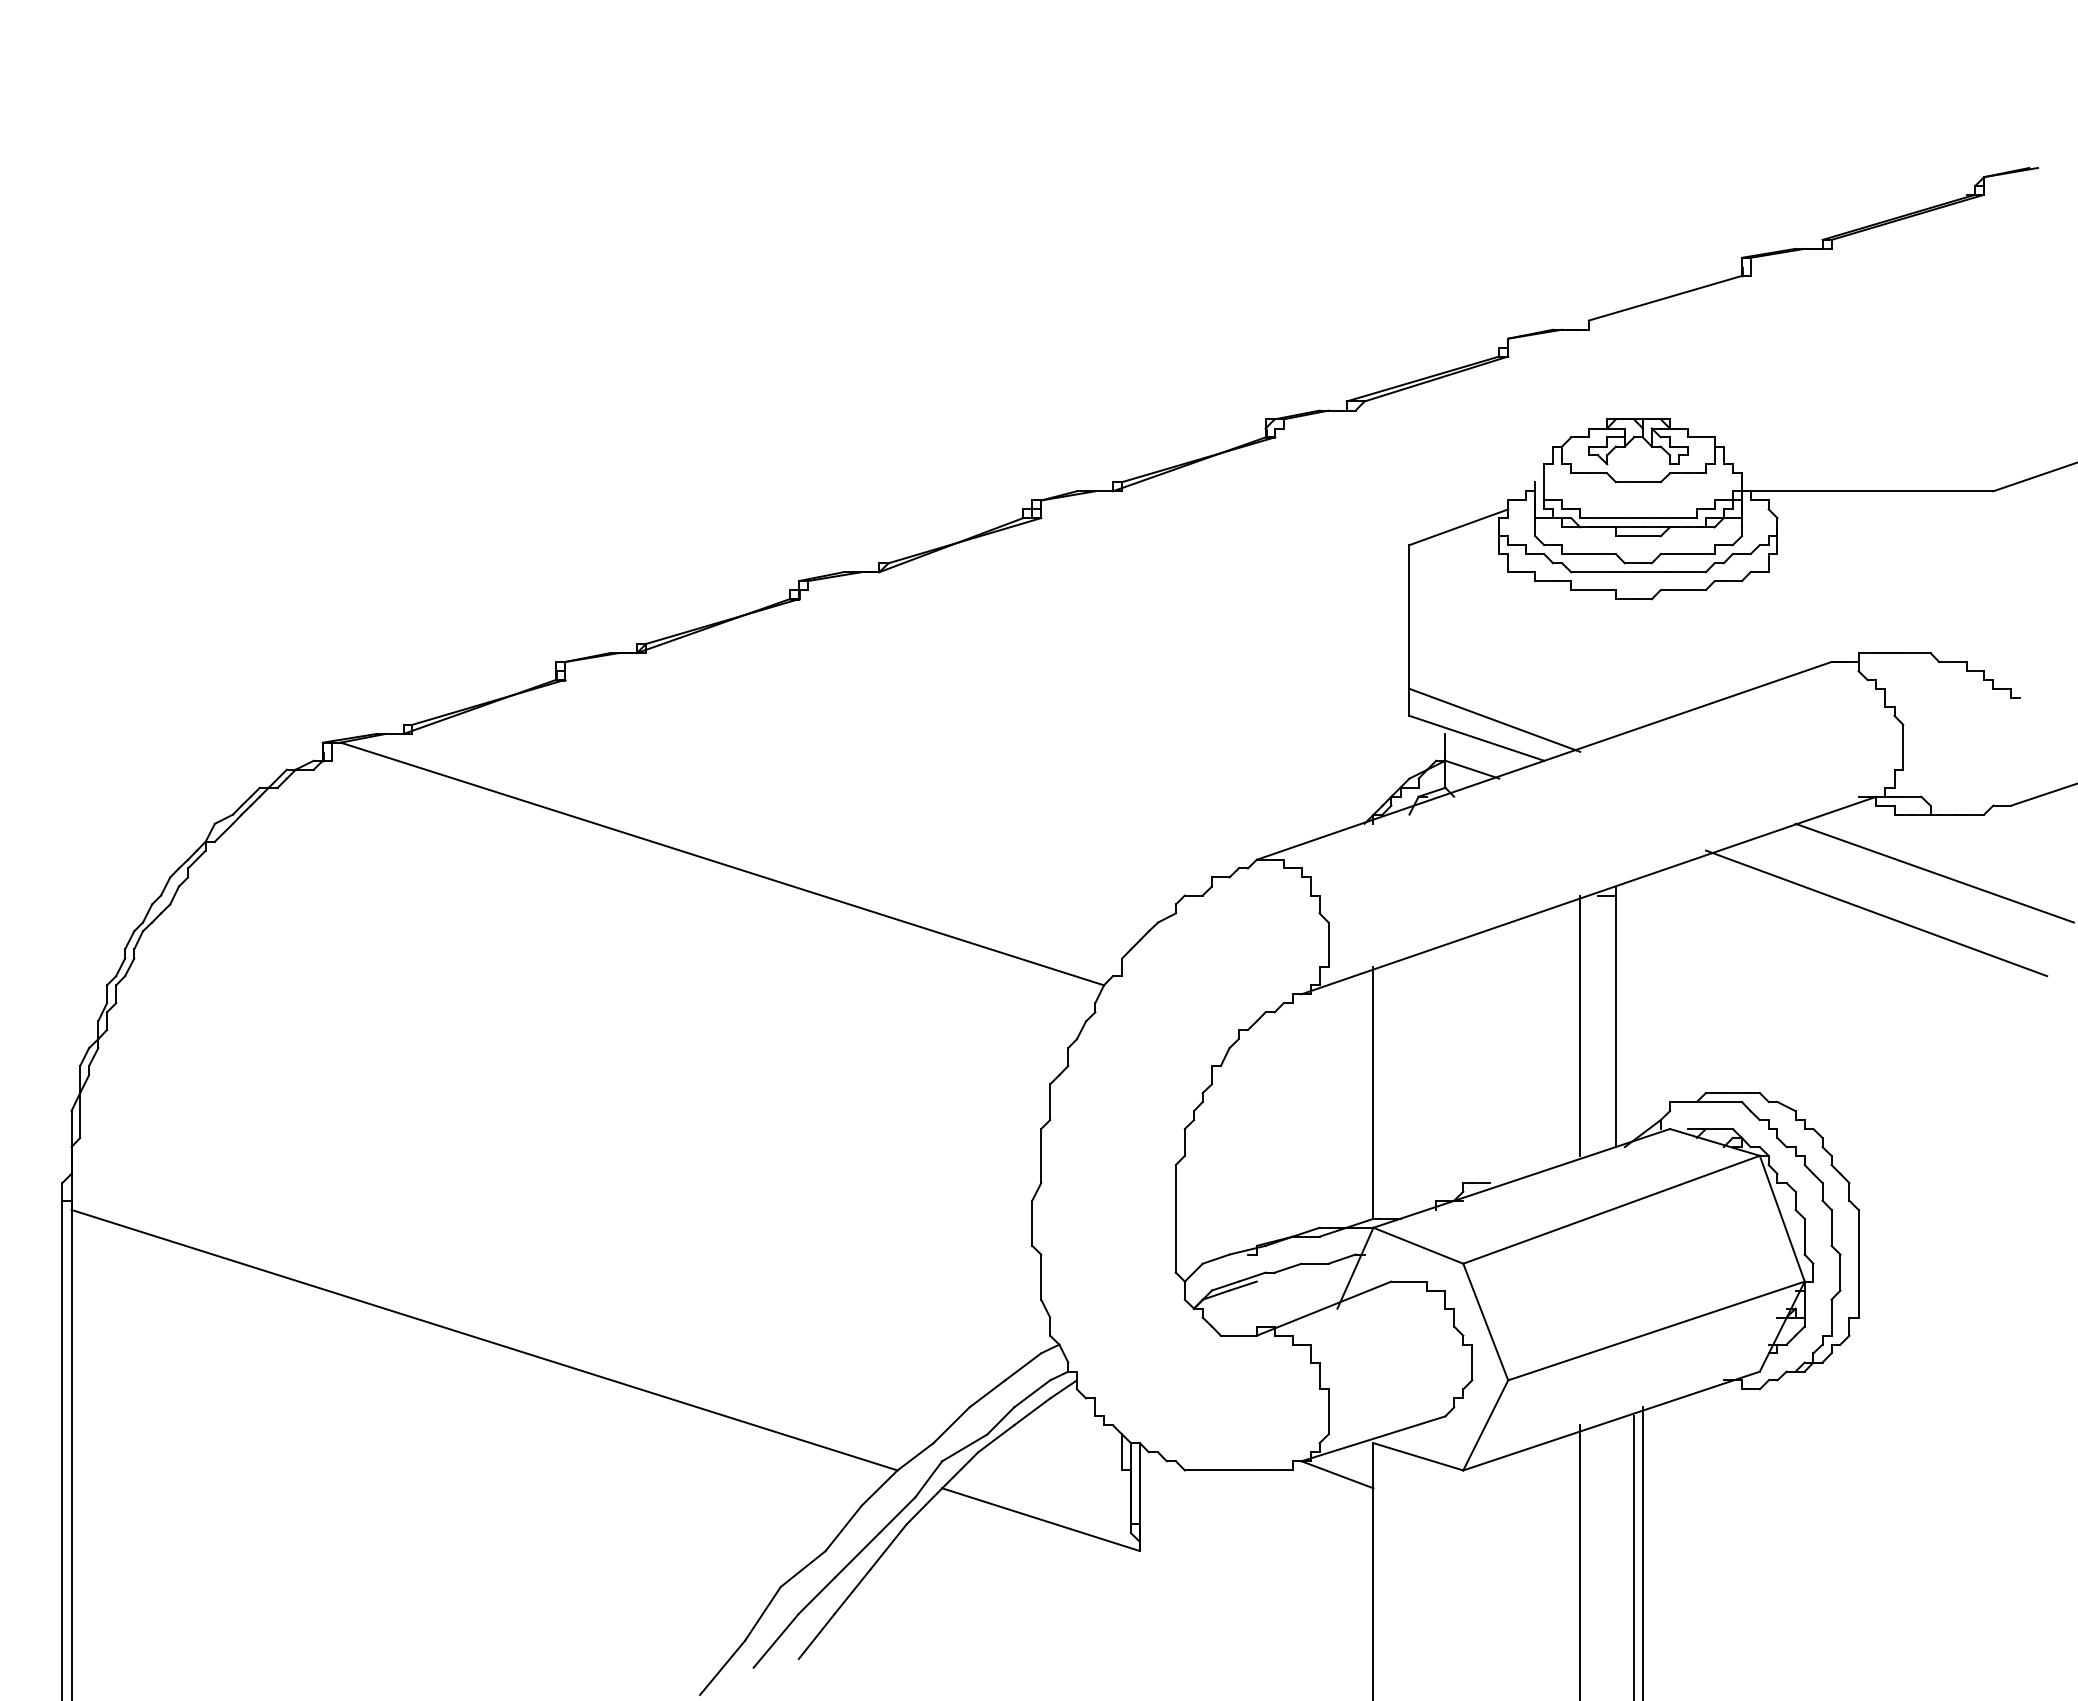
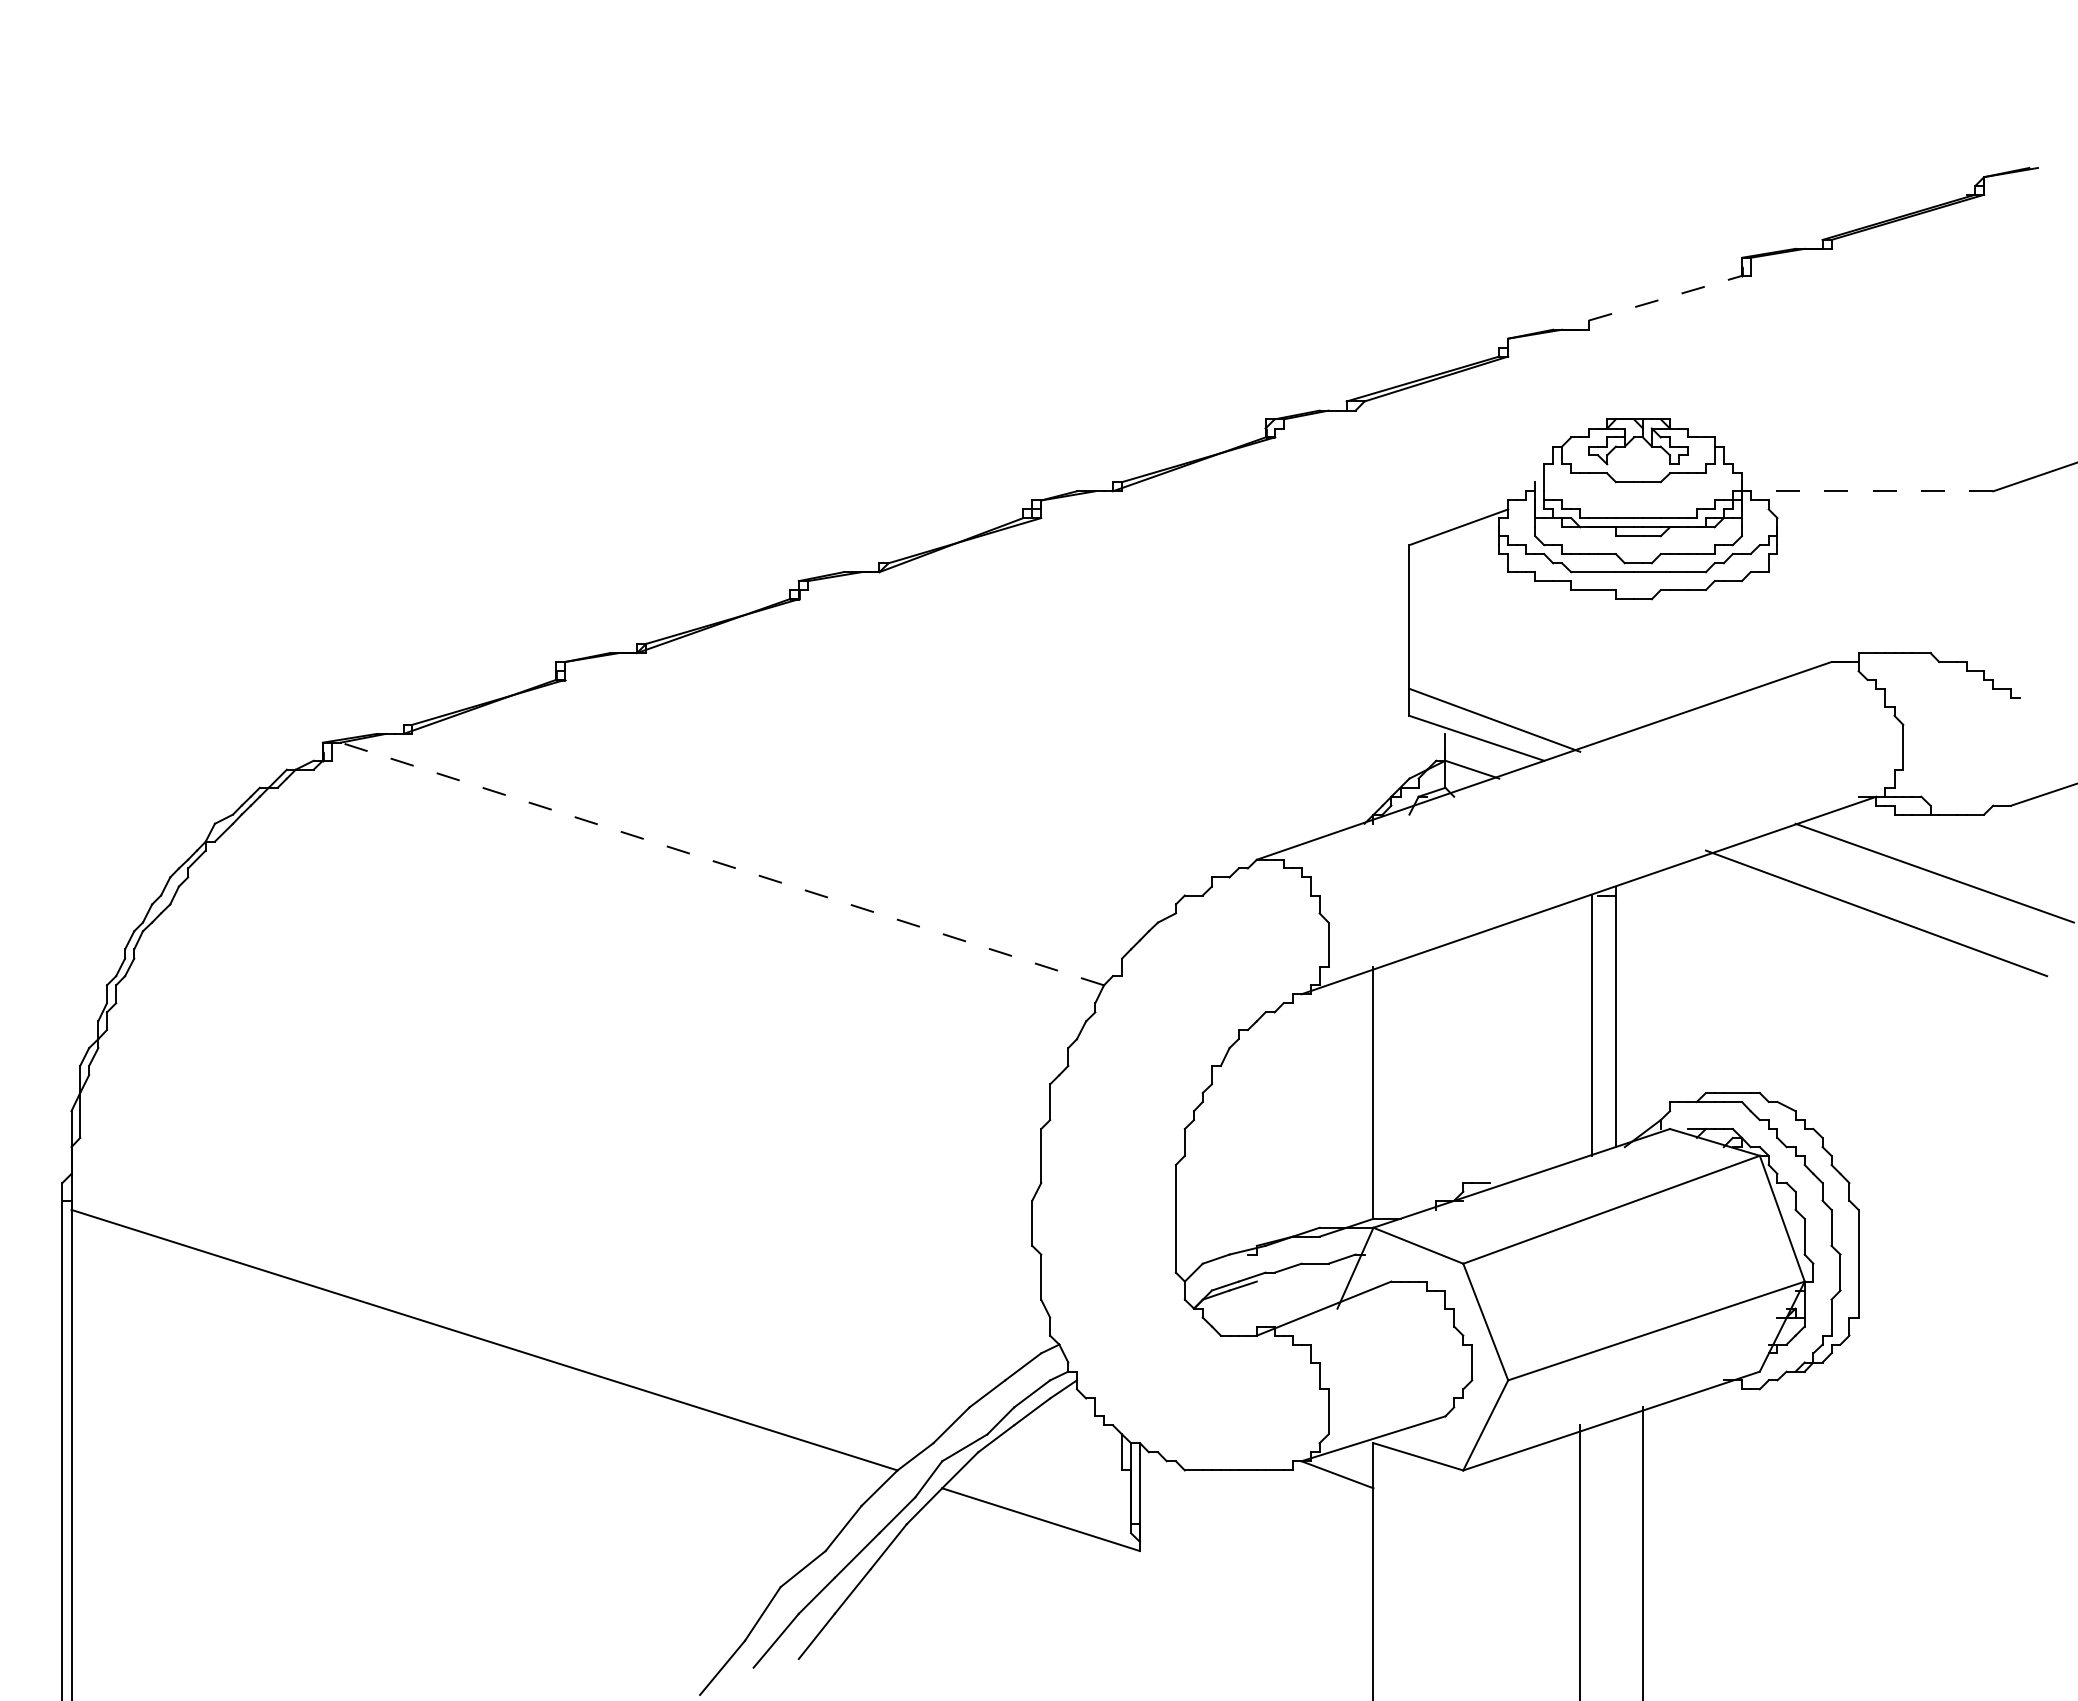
line at (1665, 298): solid -> dashed
line at (1867, 491): solid -> dashed
line at (721, 863): solid -> dashed
line at (1580, 1025) position: (1580, 1025) -> (1592, 1025)
line at (1634, 1556): present -> none
